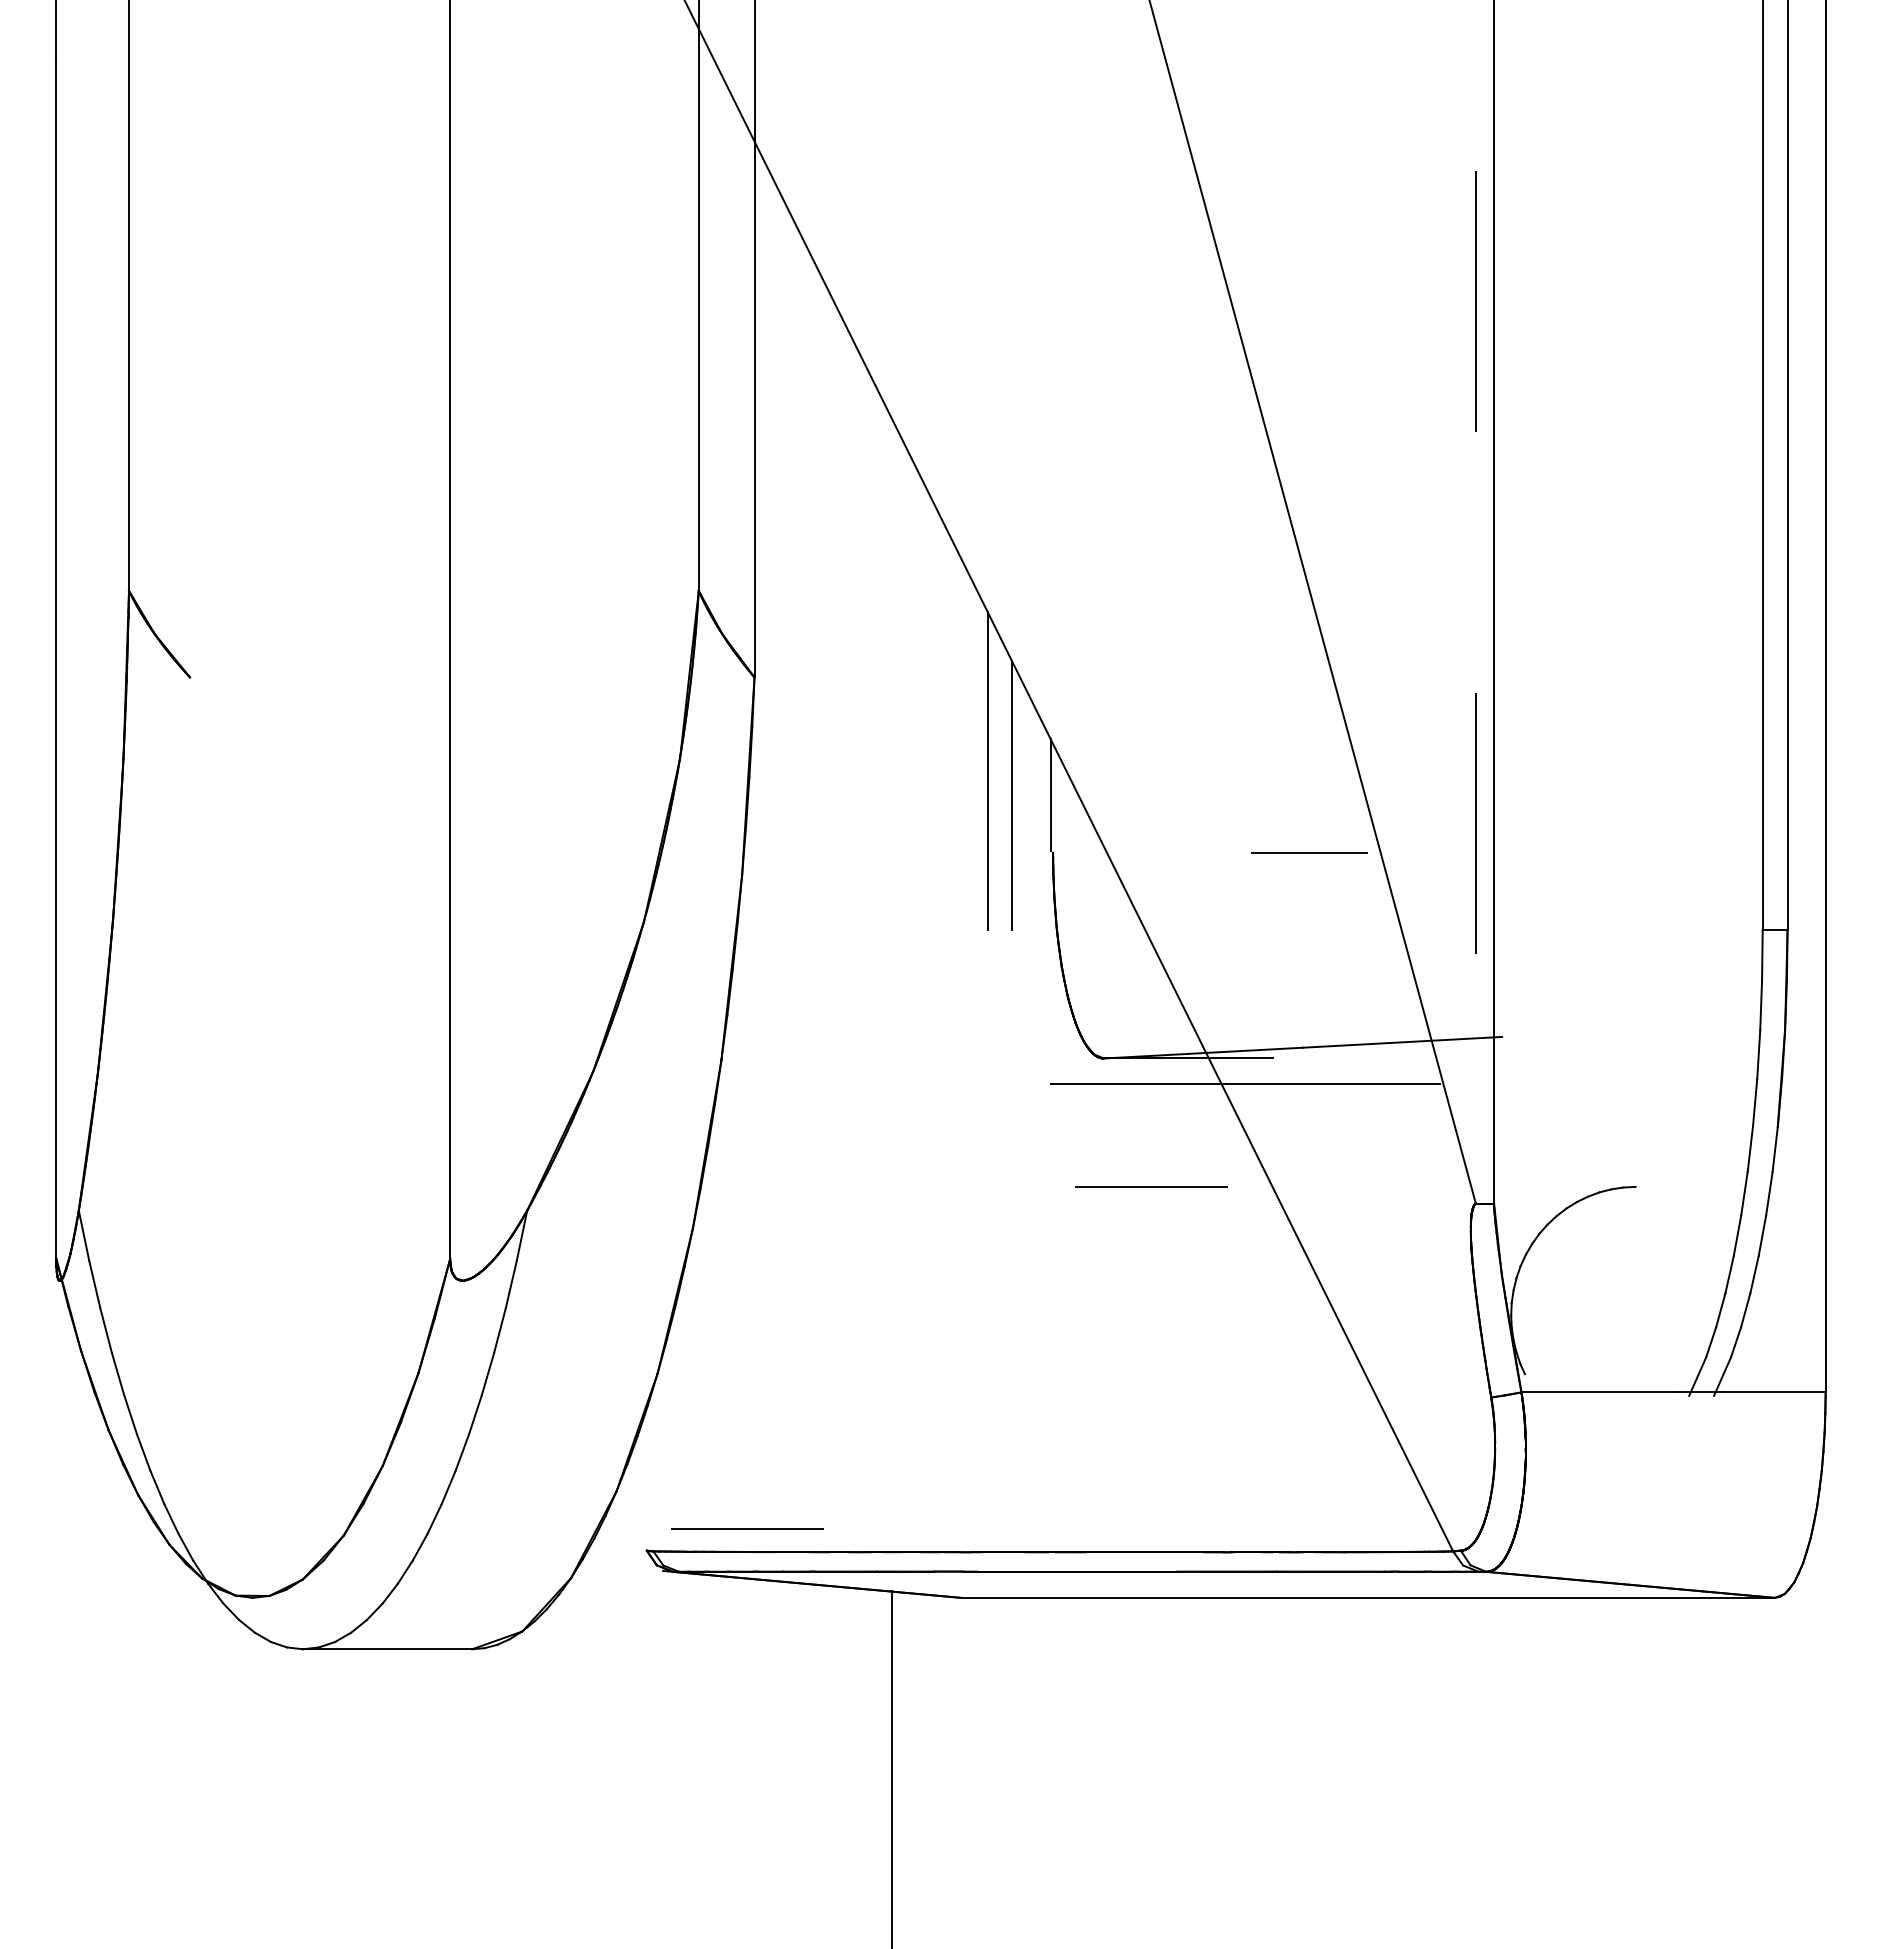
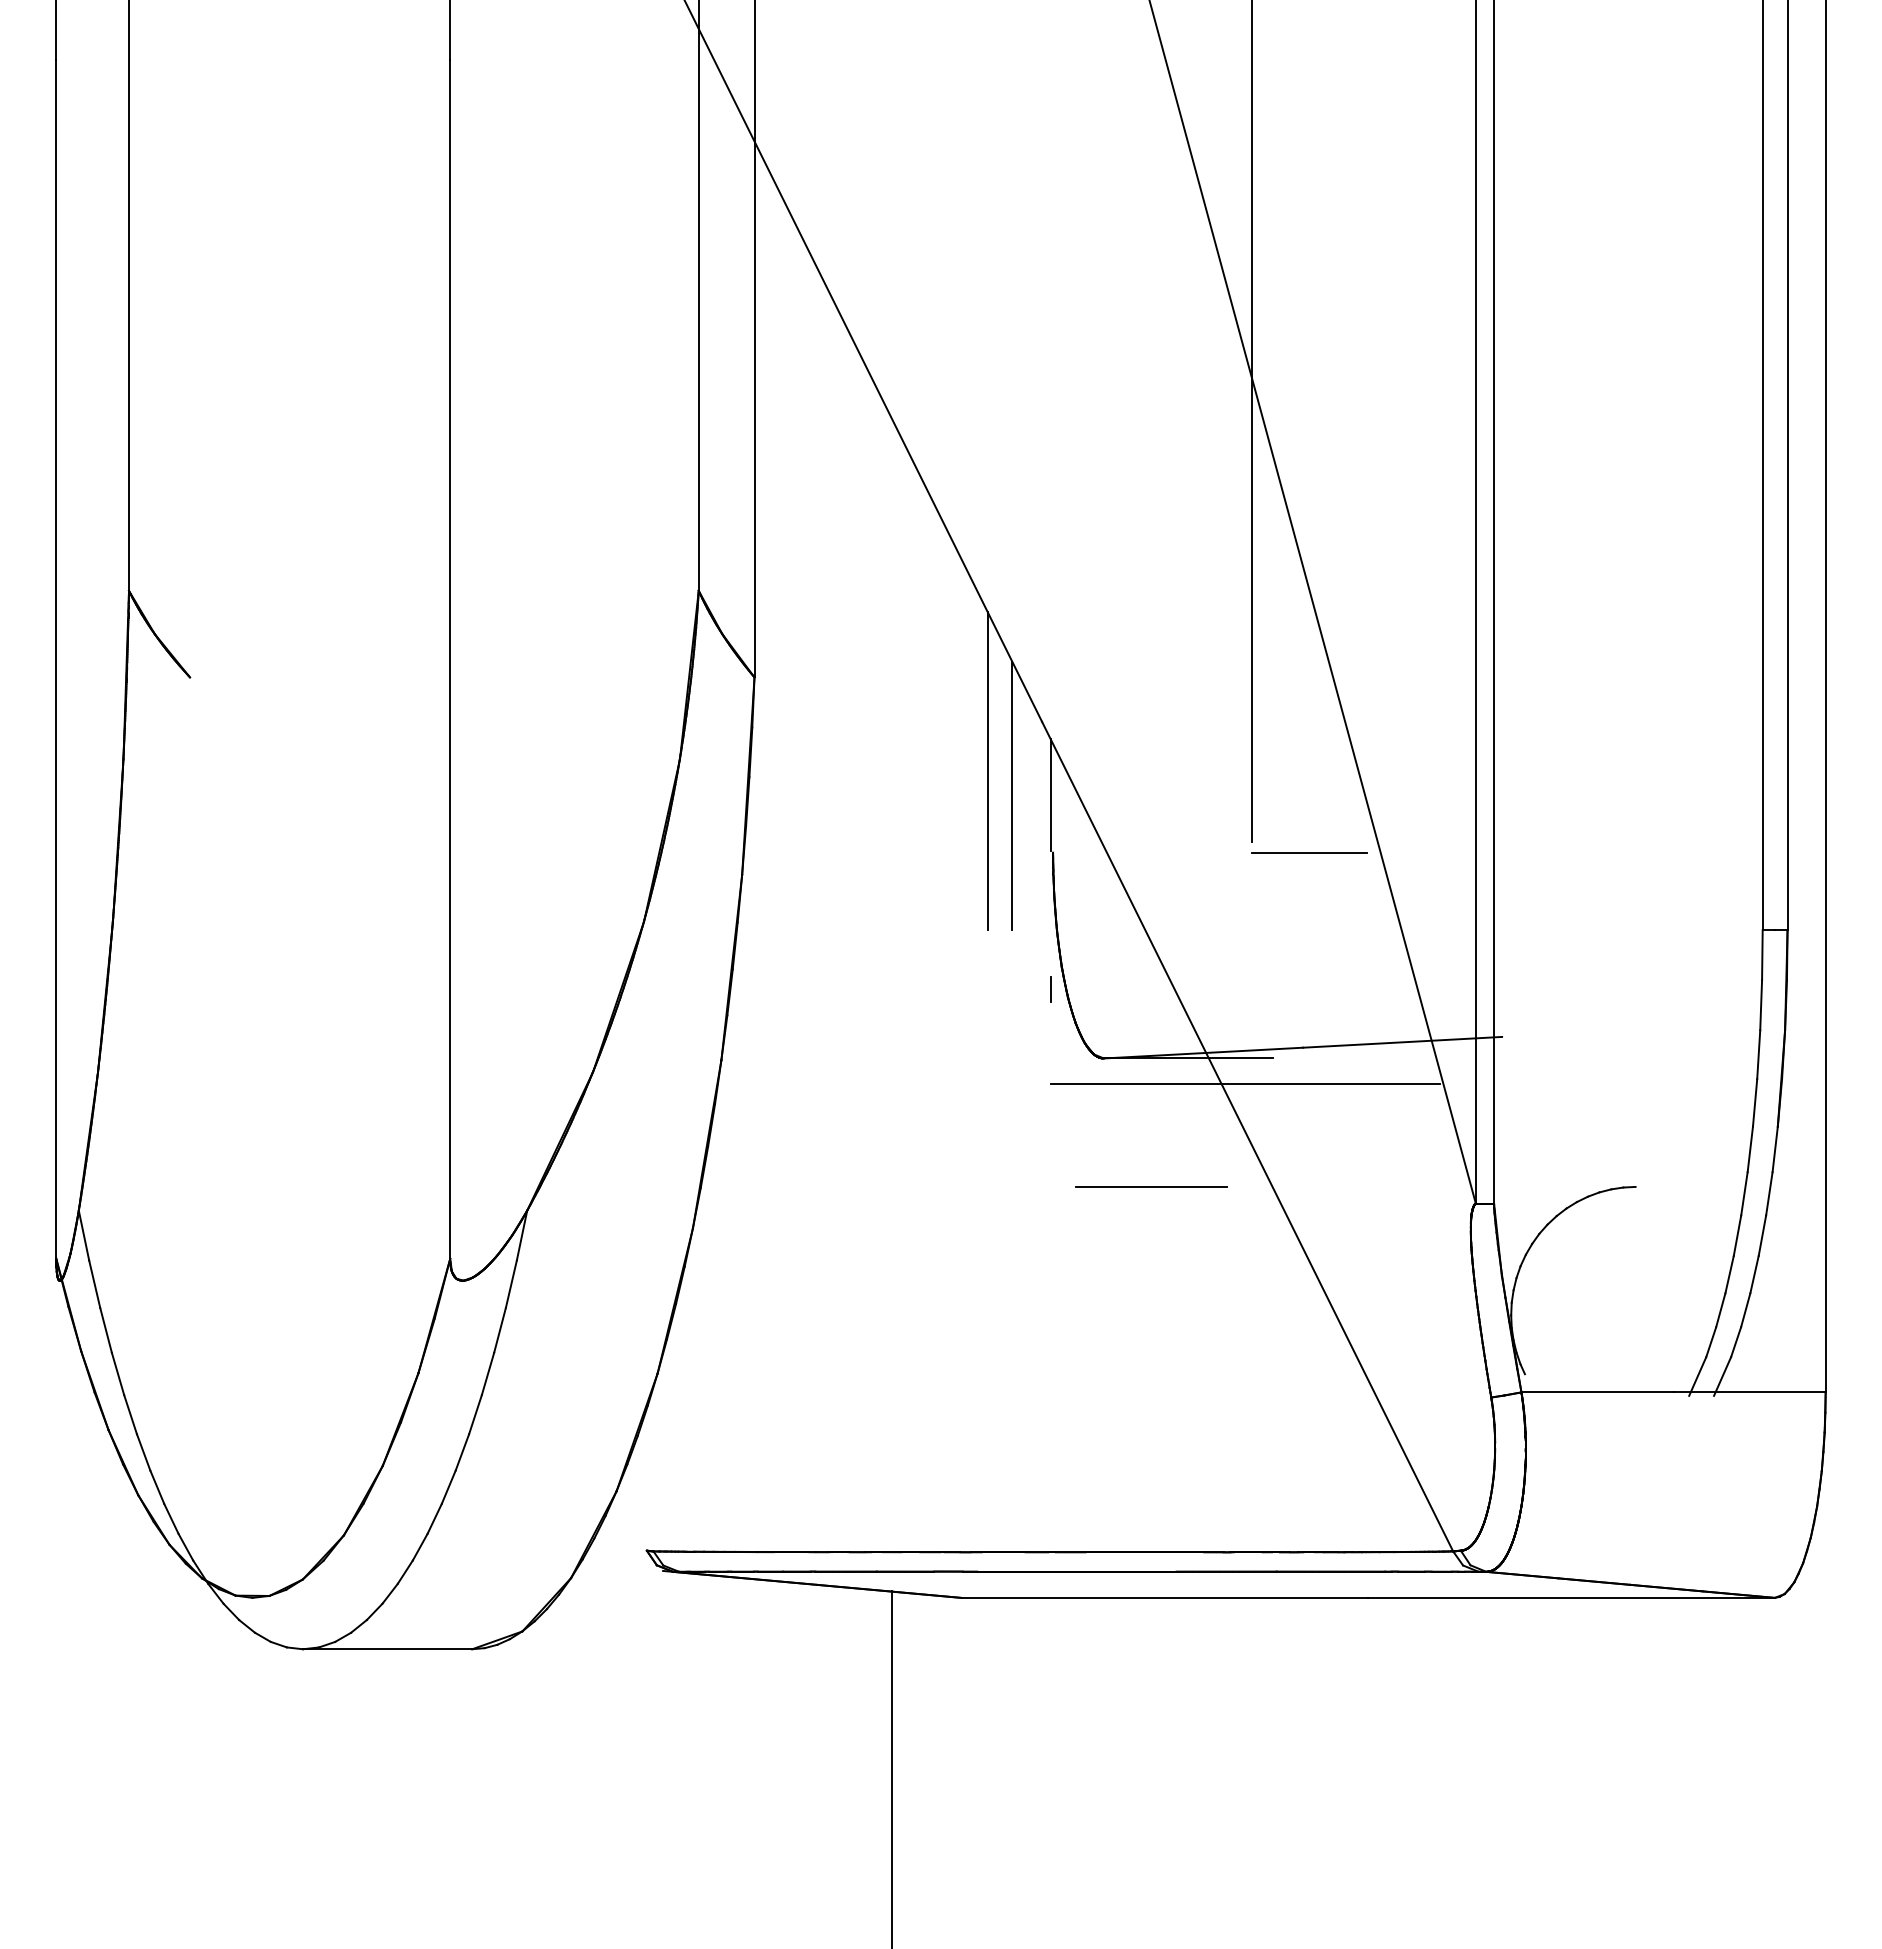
line at (1252, 421): none -> present
line at (1475, 602): dashed -> solid
line at (1050, 989): none -> present
line at (747, 1528): present -> none
